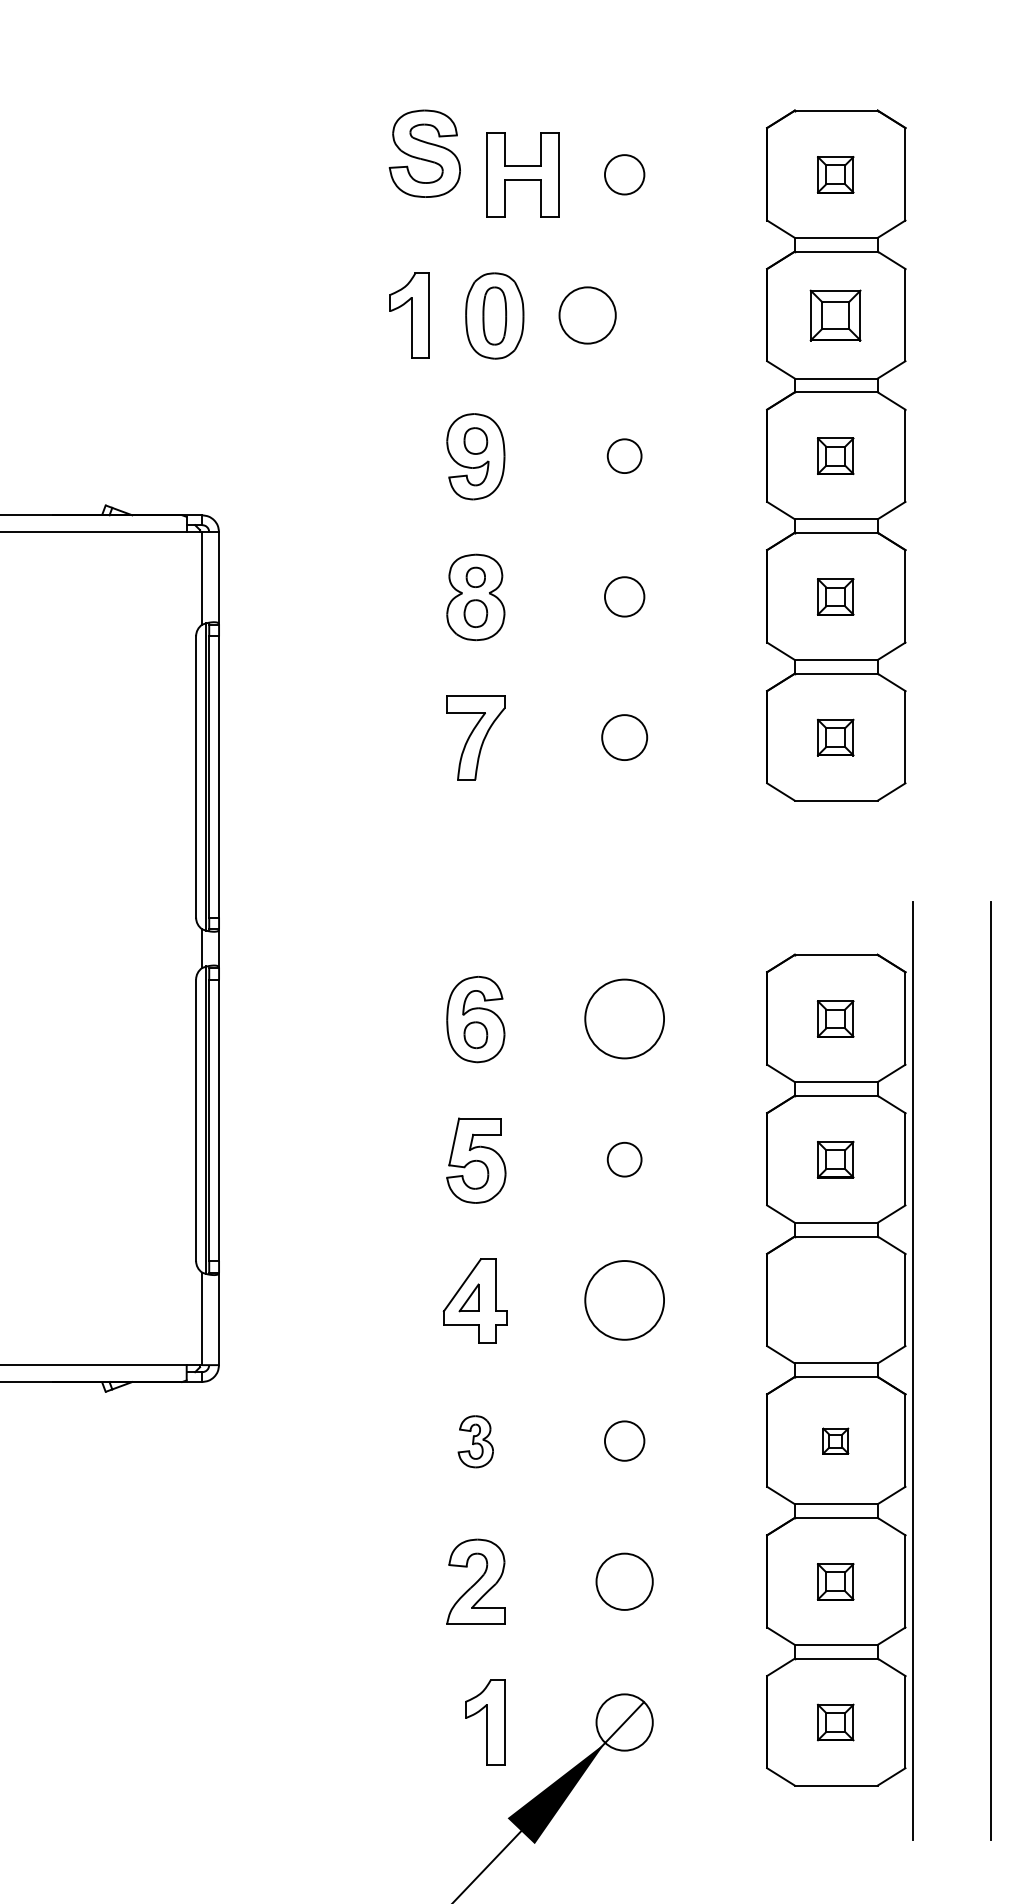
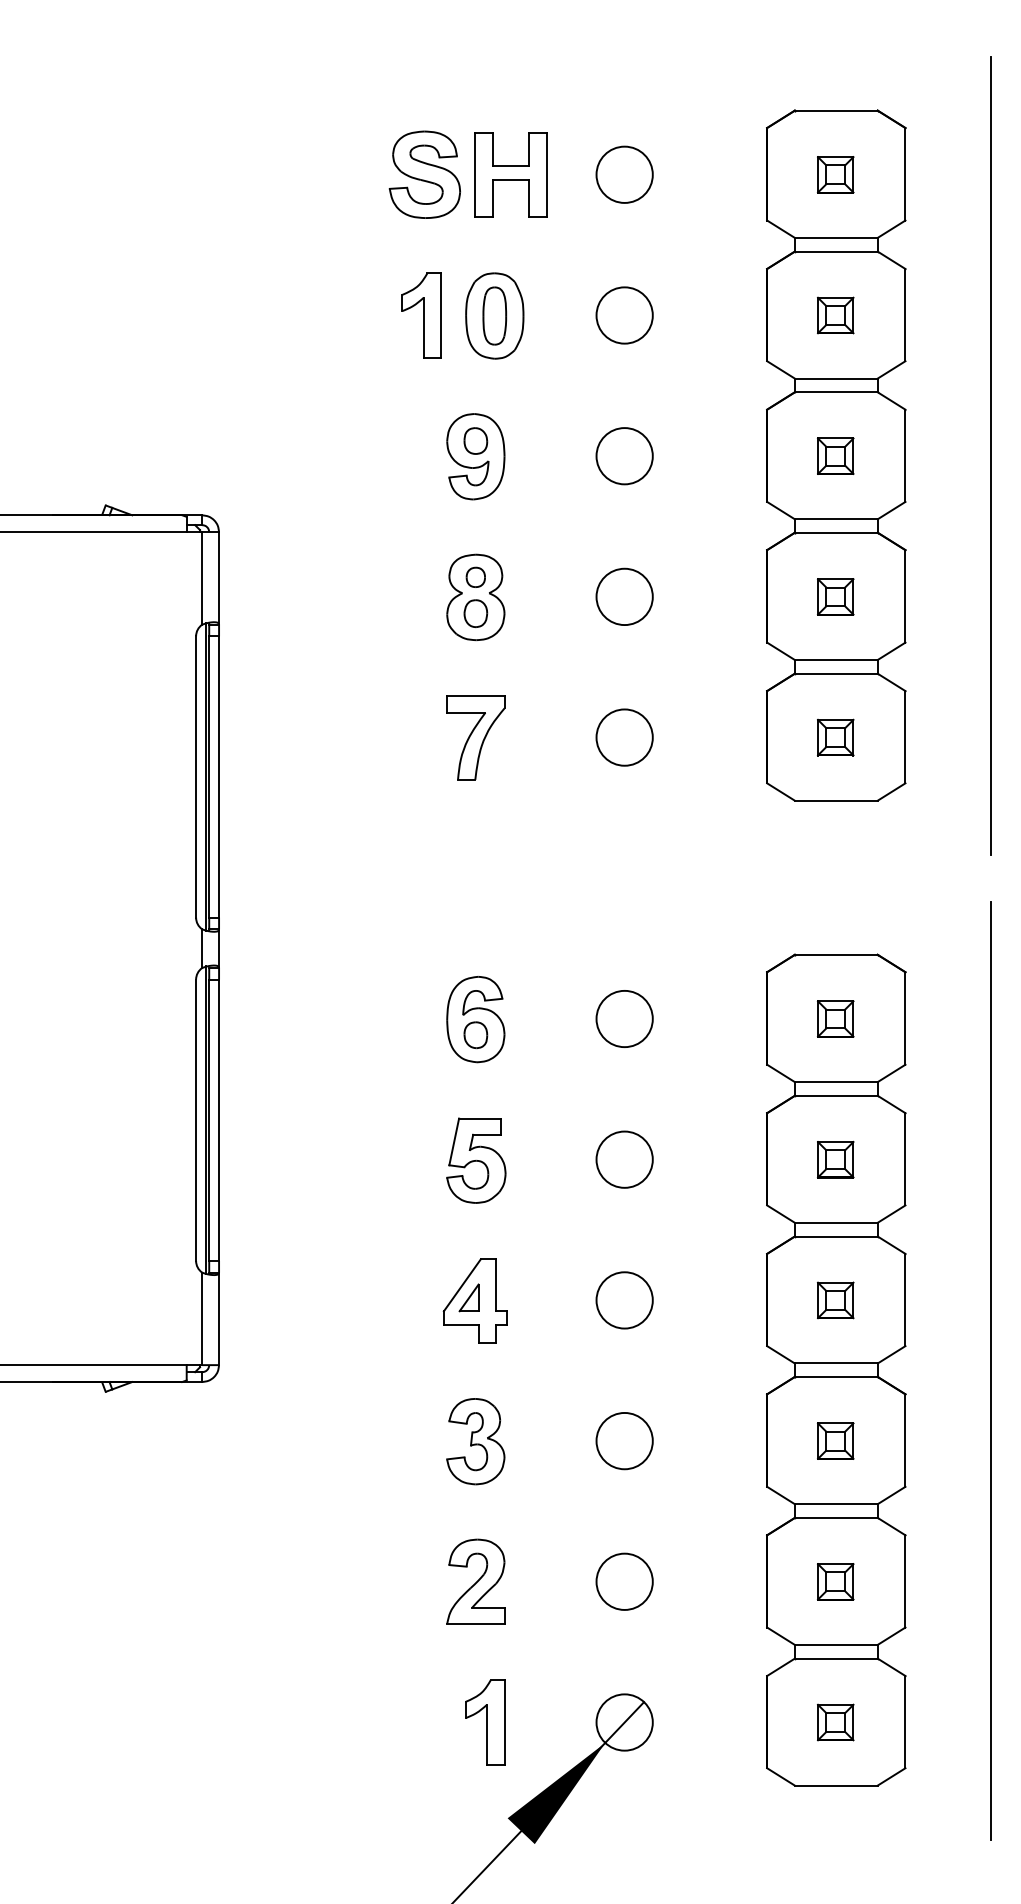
part at (424, 153) position: (424, 153) -> (424, 174)
part at (522, 174) position: (522, 174) -> (510, 174)
circle at (624, 174) diameter: 39 px -> 56 px
part at (409, 315) position: (409, 315) -> (421, 315)
circle at (587, 315) position: (587, 315) -> (624, 315)
part at (835, 315) size: 53x53 px -> 38x39 px
circle at (624, 456) diameter: 34 px -> 56 px
line at (990, 456): none -> present
circle at (624, 596) diameter: 39 px -> 56 px
circle at (624, 737) diameter: 45 px -> 56 px
circle at (624, 1018) diameter: 79 px -> 56 px
circle at (624, 1159) diameter: 34 px -> 56 px
circle at (624, 1300) diameter: 79 px -> 56 px
part at (835, 1300): none -> present
line at (912, 1370): present -> none
circle at (624, 1440) diameter: 39 px -> 56 px
part at (835, 1440) size: 28x28 px -> 38x38 px
part at (475, 1441) size: 37x54 px -> 60x88 px
